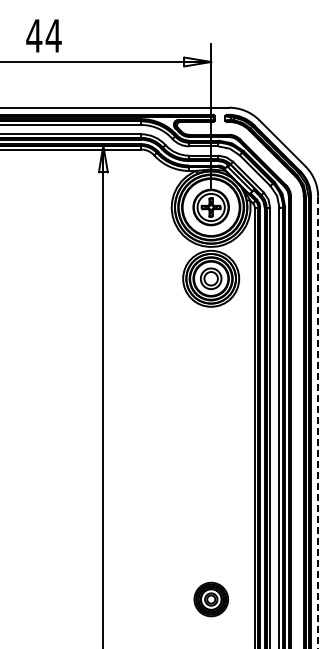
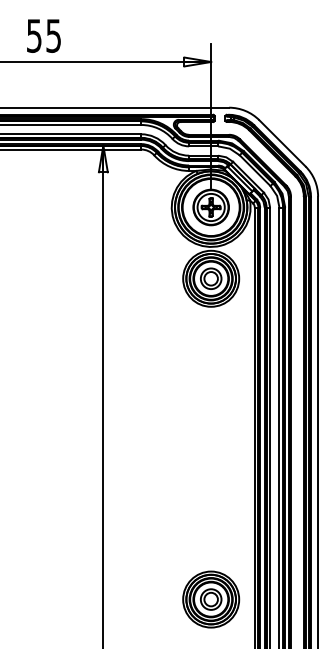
text at (43, 35): 44 -> 55
line at (318, 422): dashed -> solid
part at (210, 599) size: 36x37 px -> 59x59 px
